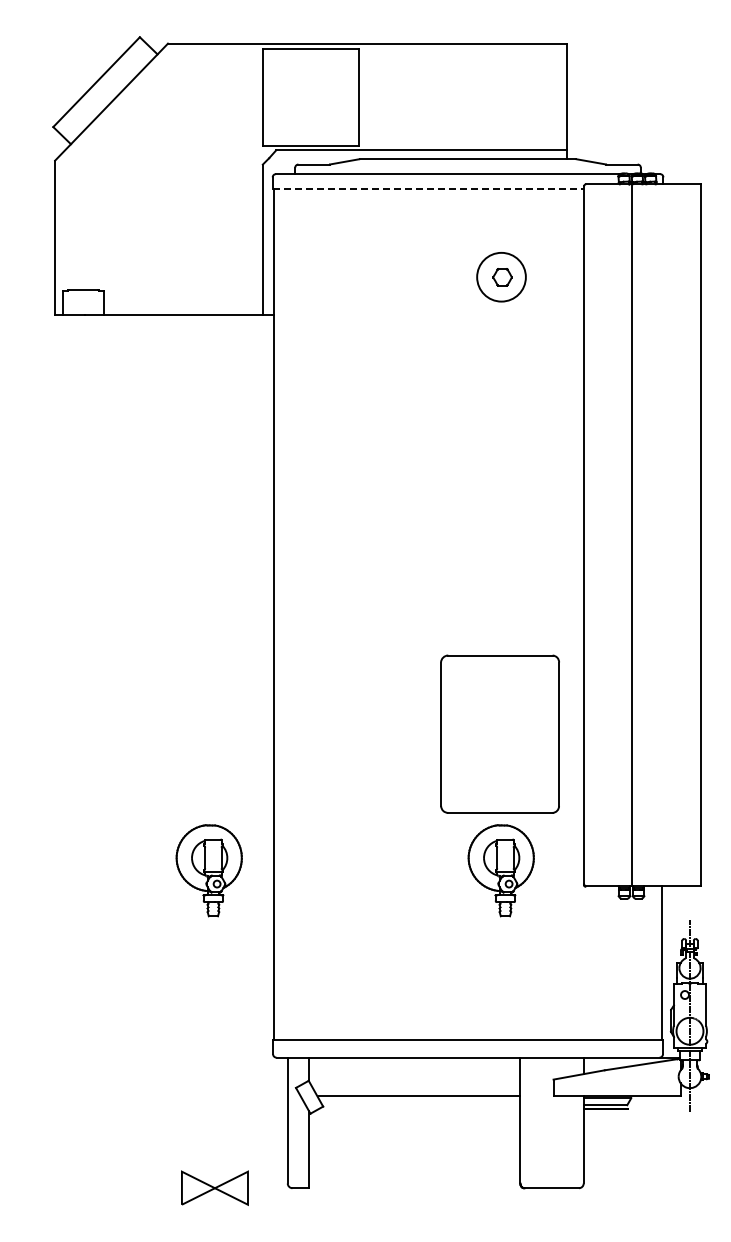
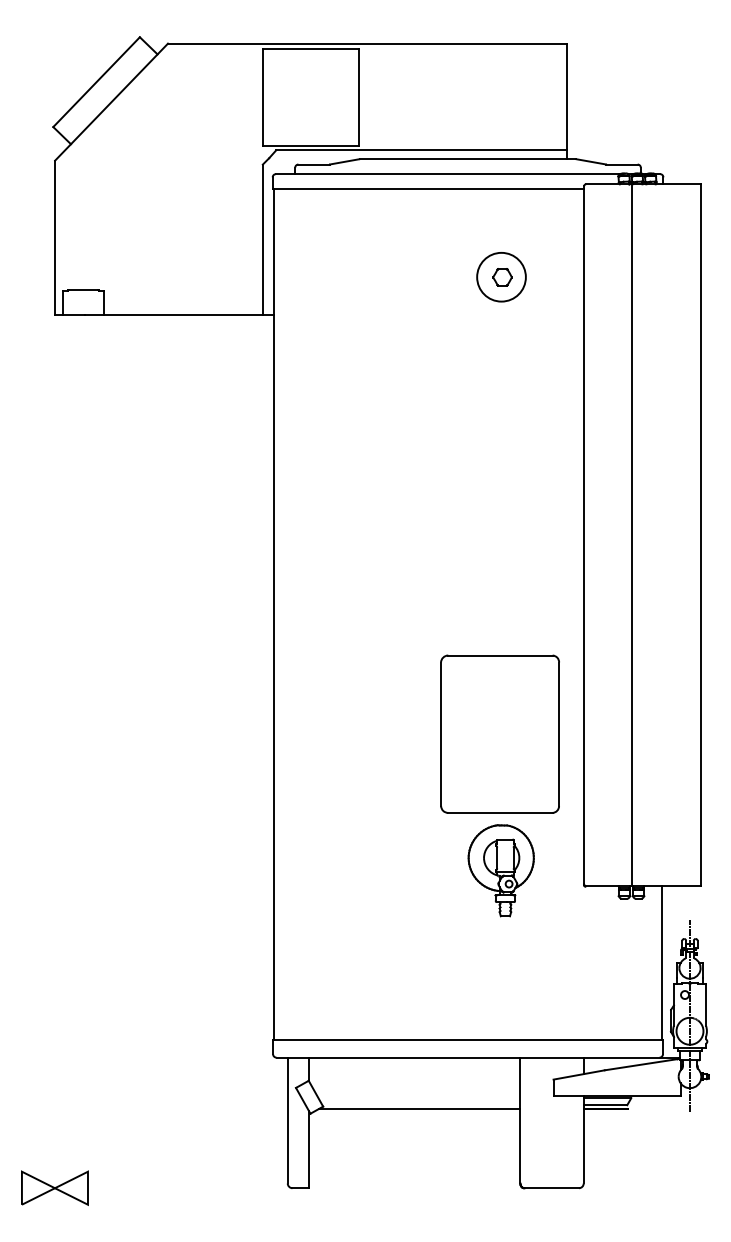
line at (428, 188): dashed -> solid
part at (208, 870): present -> none
line at (419, 1096) position: (419, 1096) -> (419, 1109)
part at (214, 1187) position: (214, 1187) -> (54, 1187)
